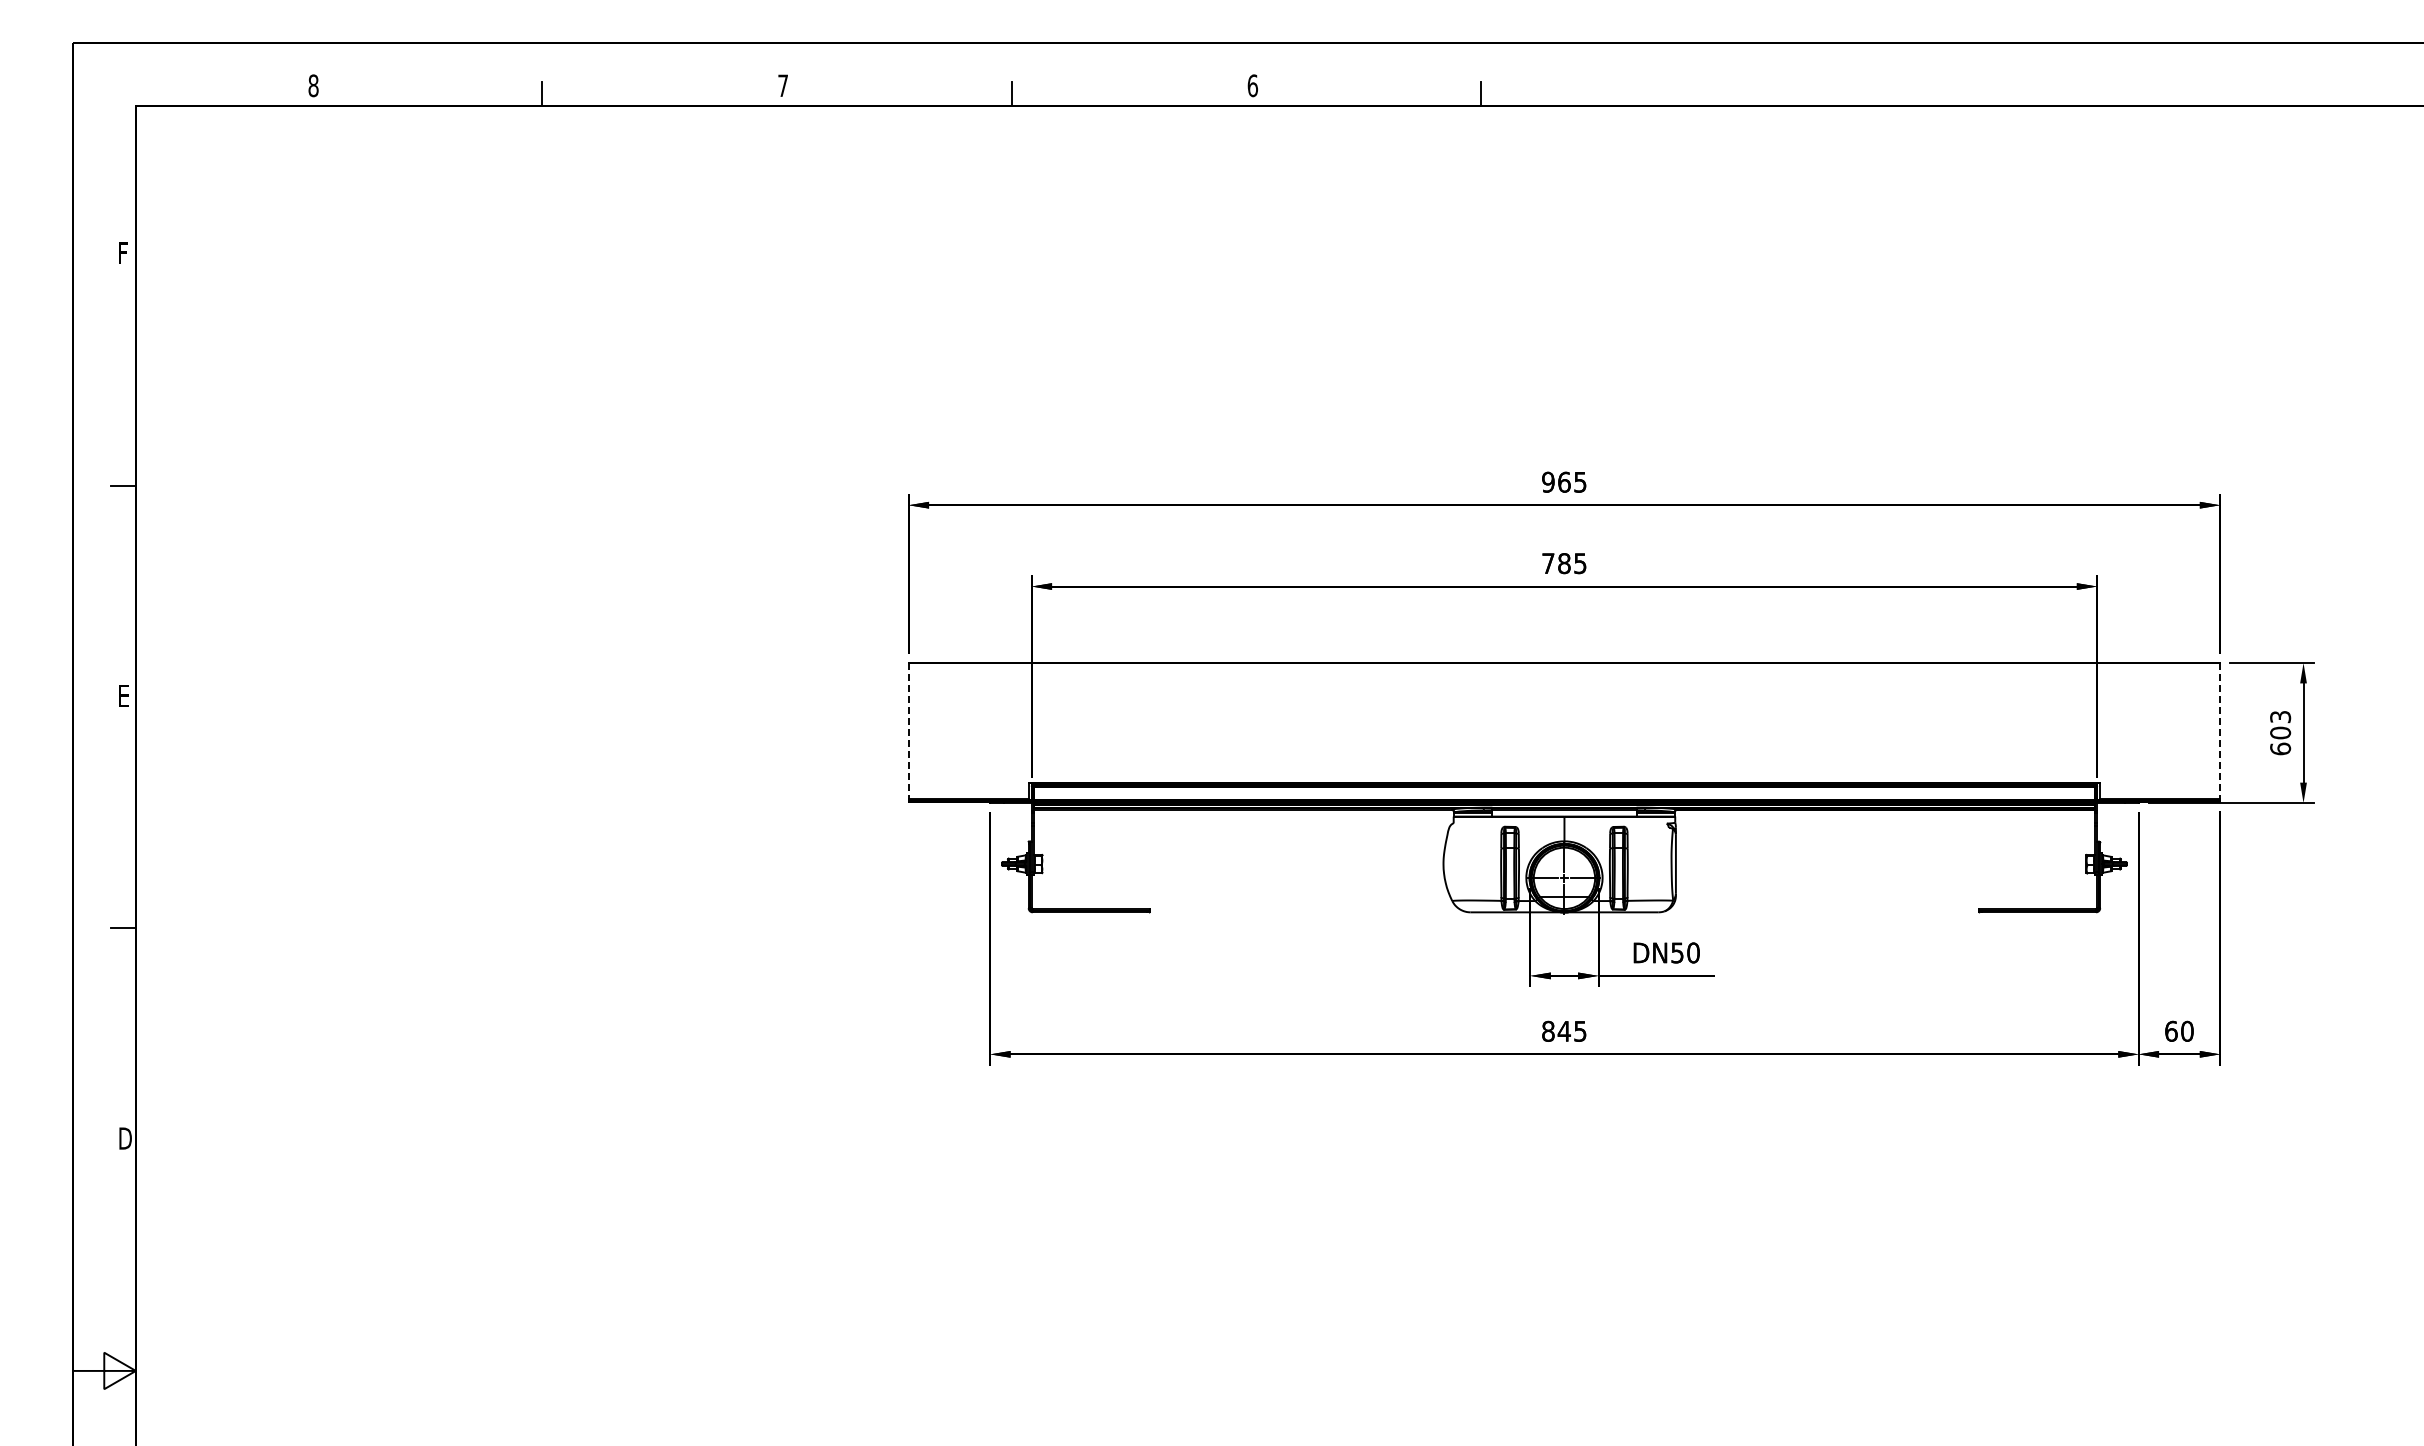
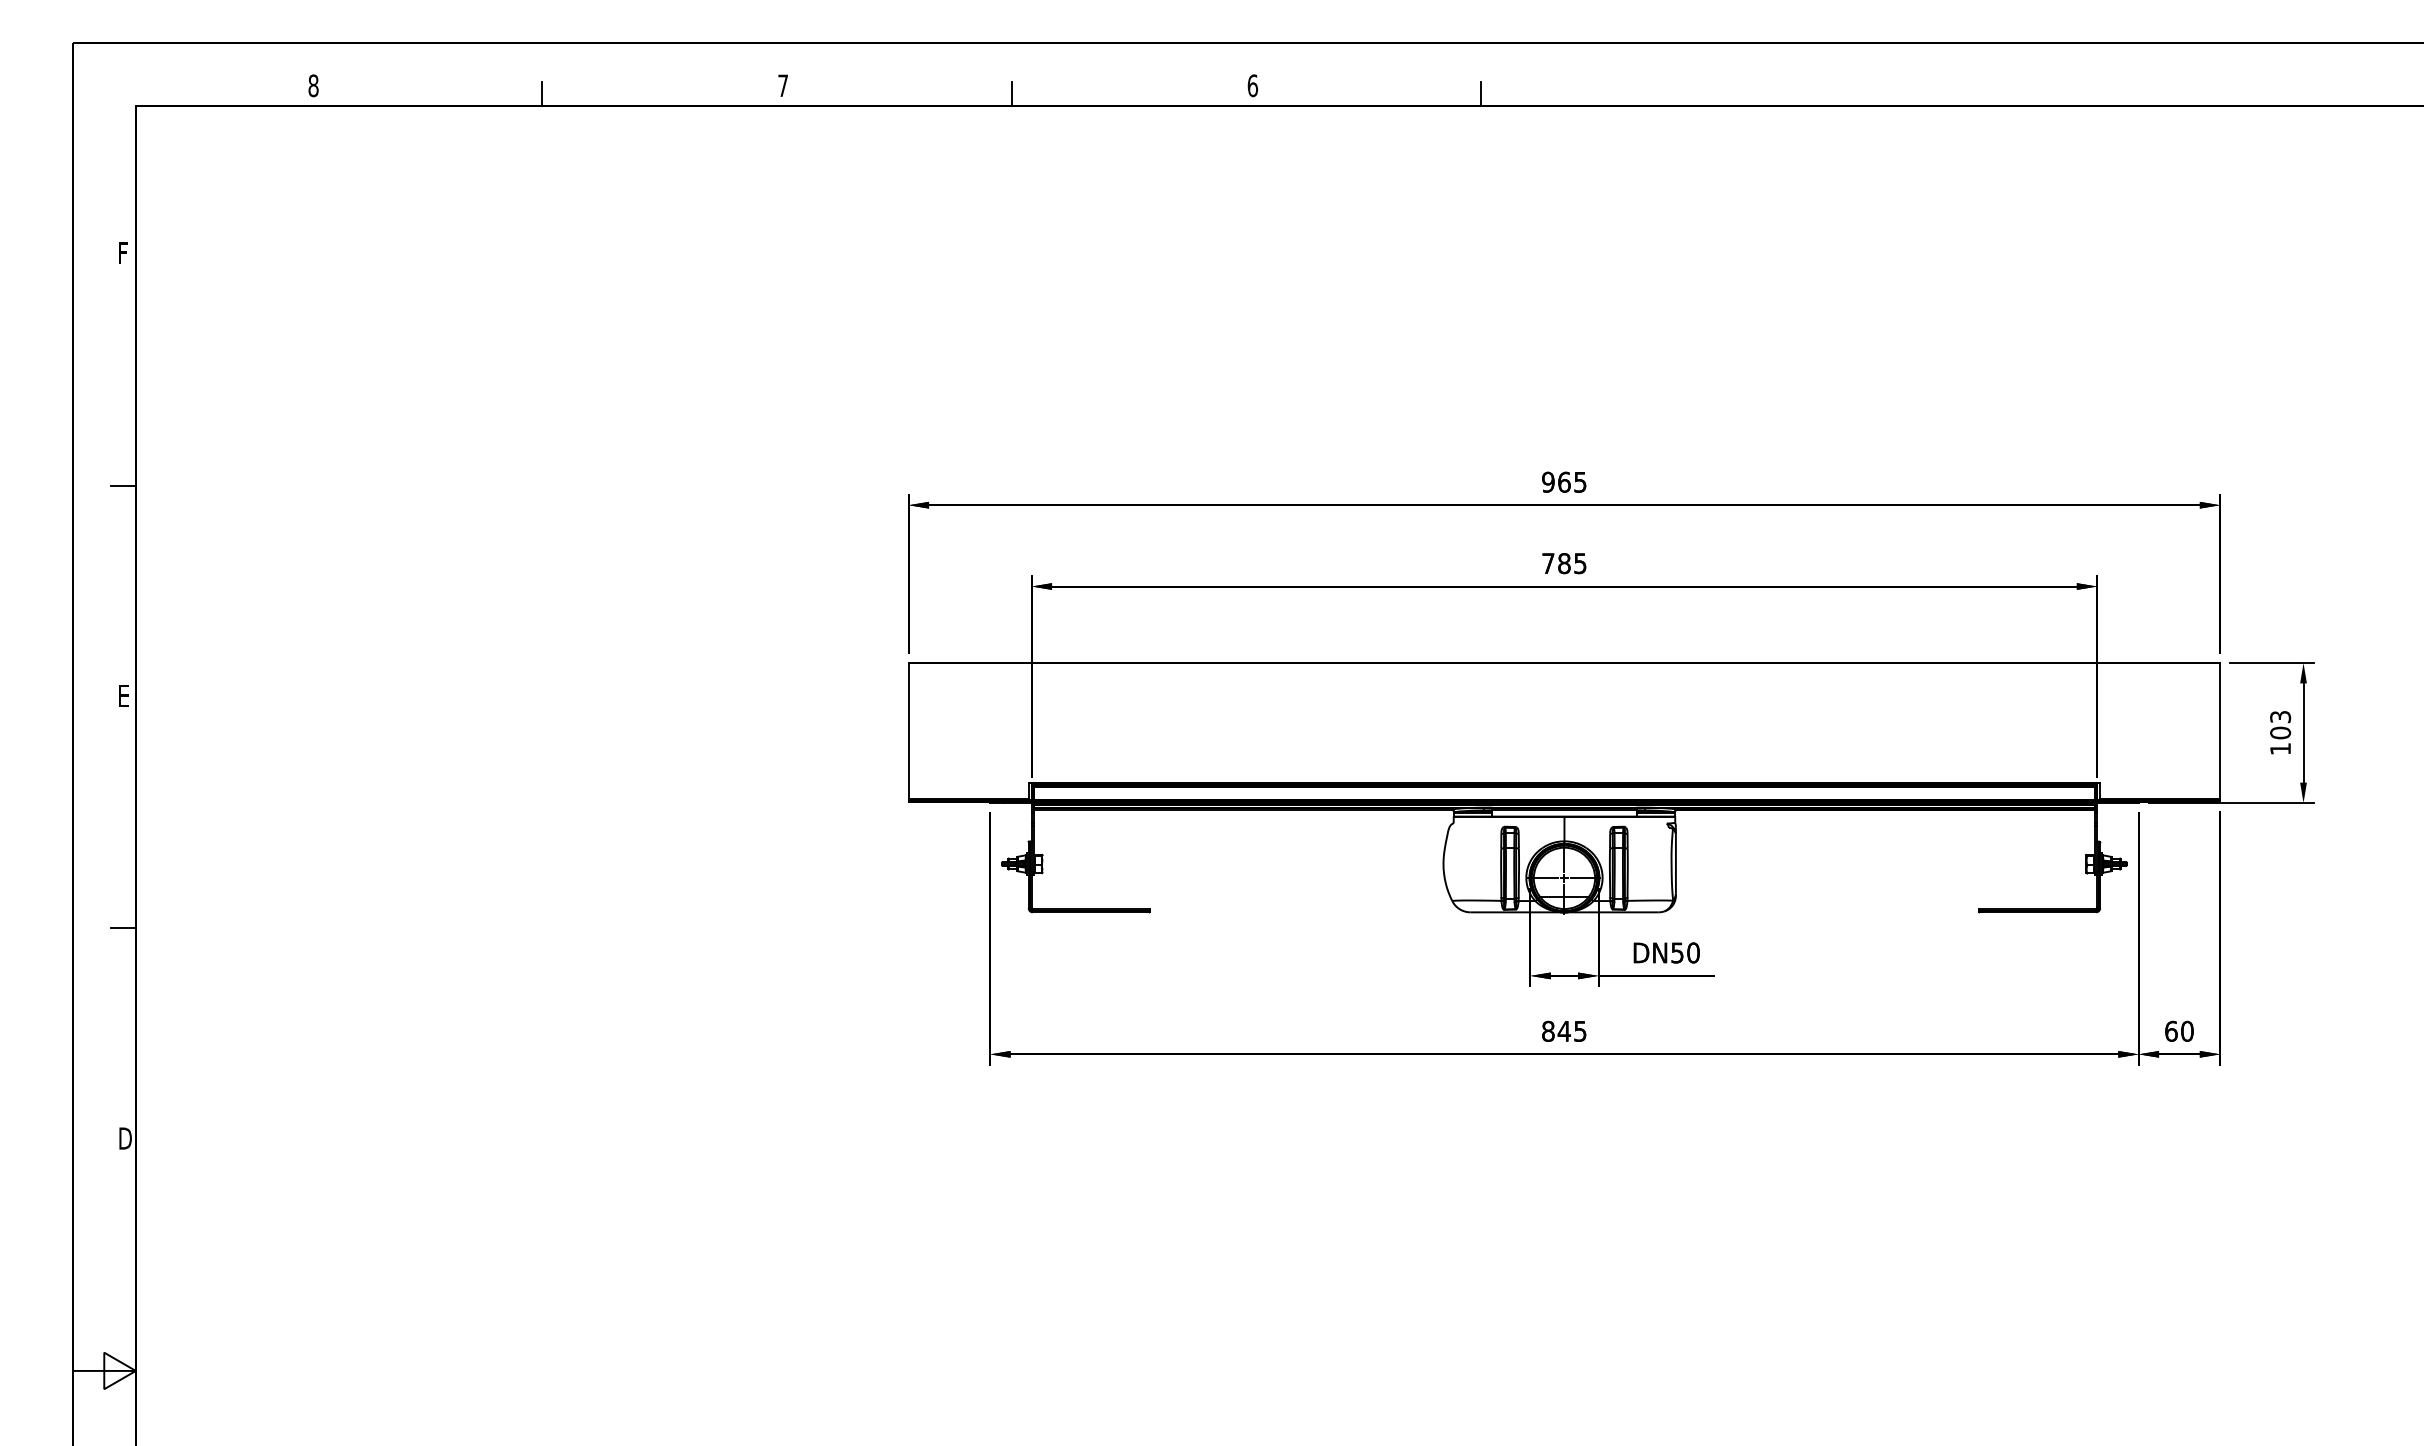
line at (908, 730): dashed -> solid
line at (2220, 731): dashed -> solid
text at (2280, 748): 603 -> 103
